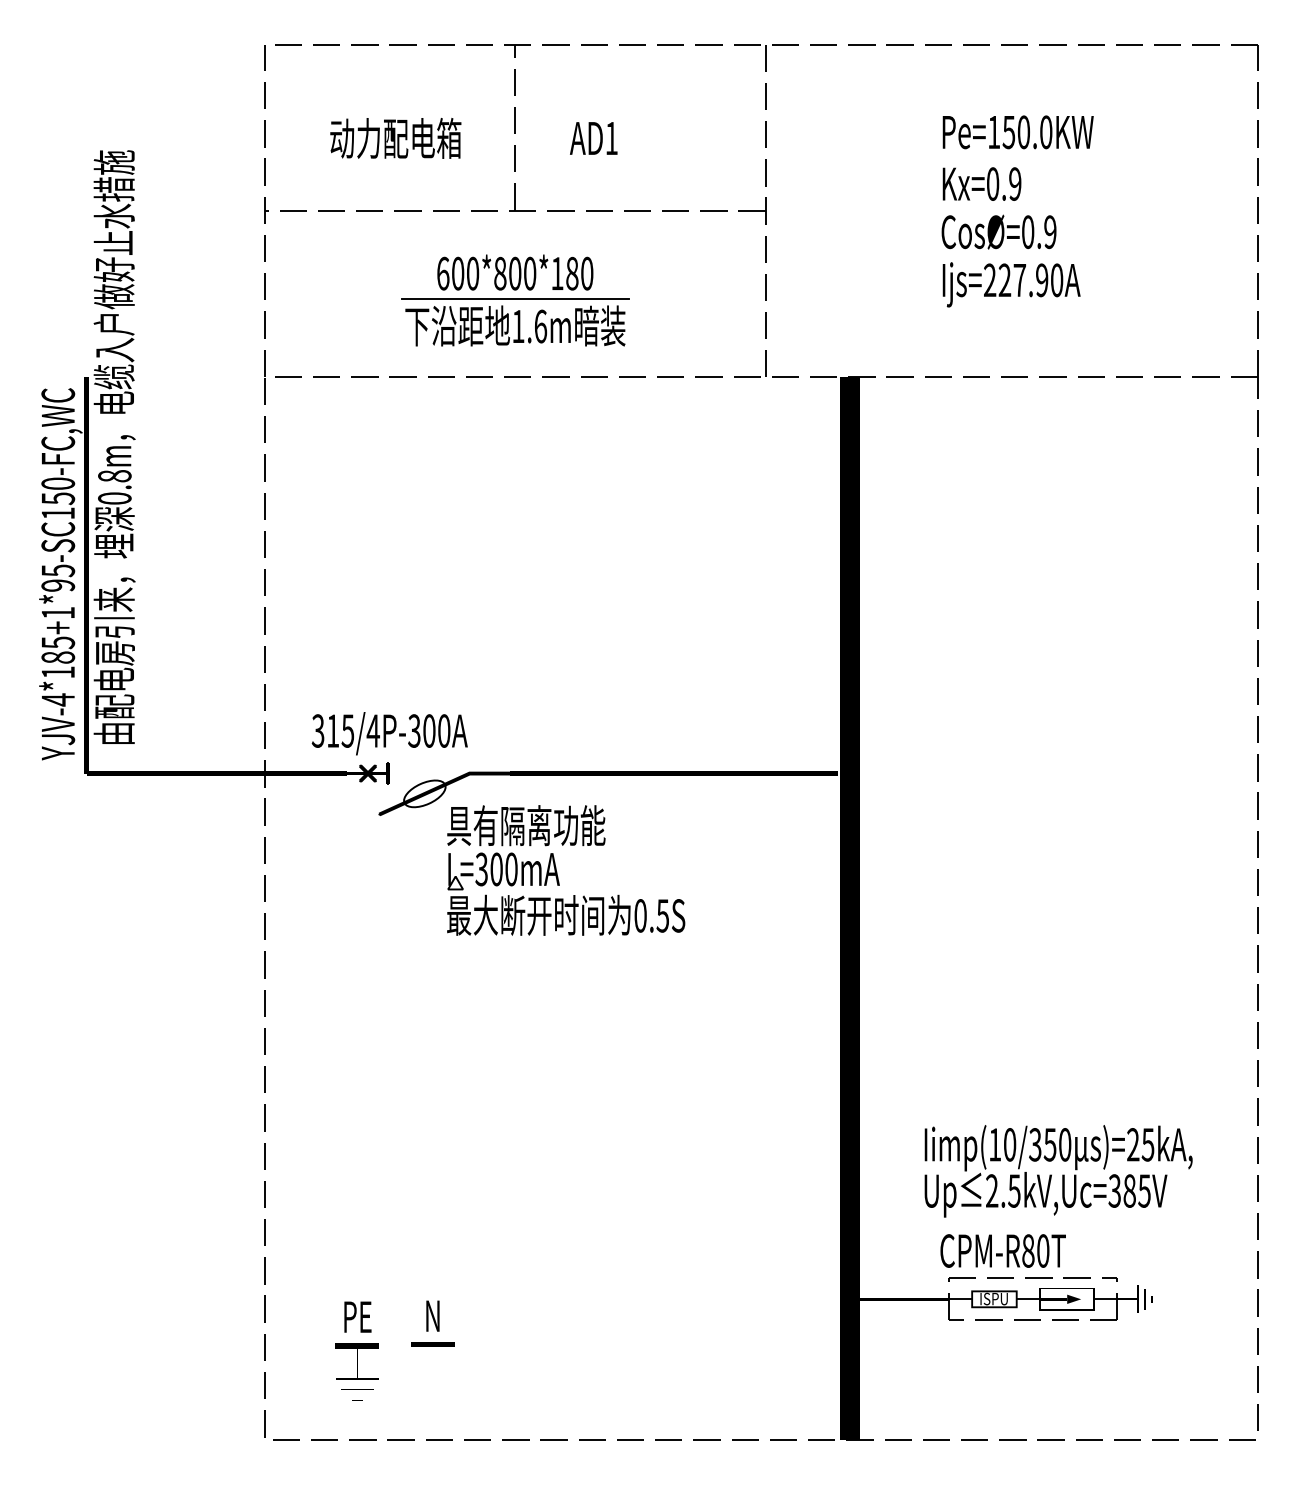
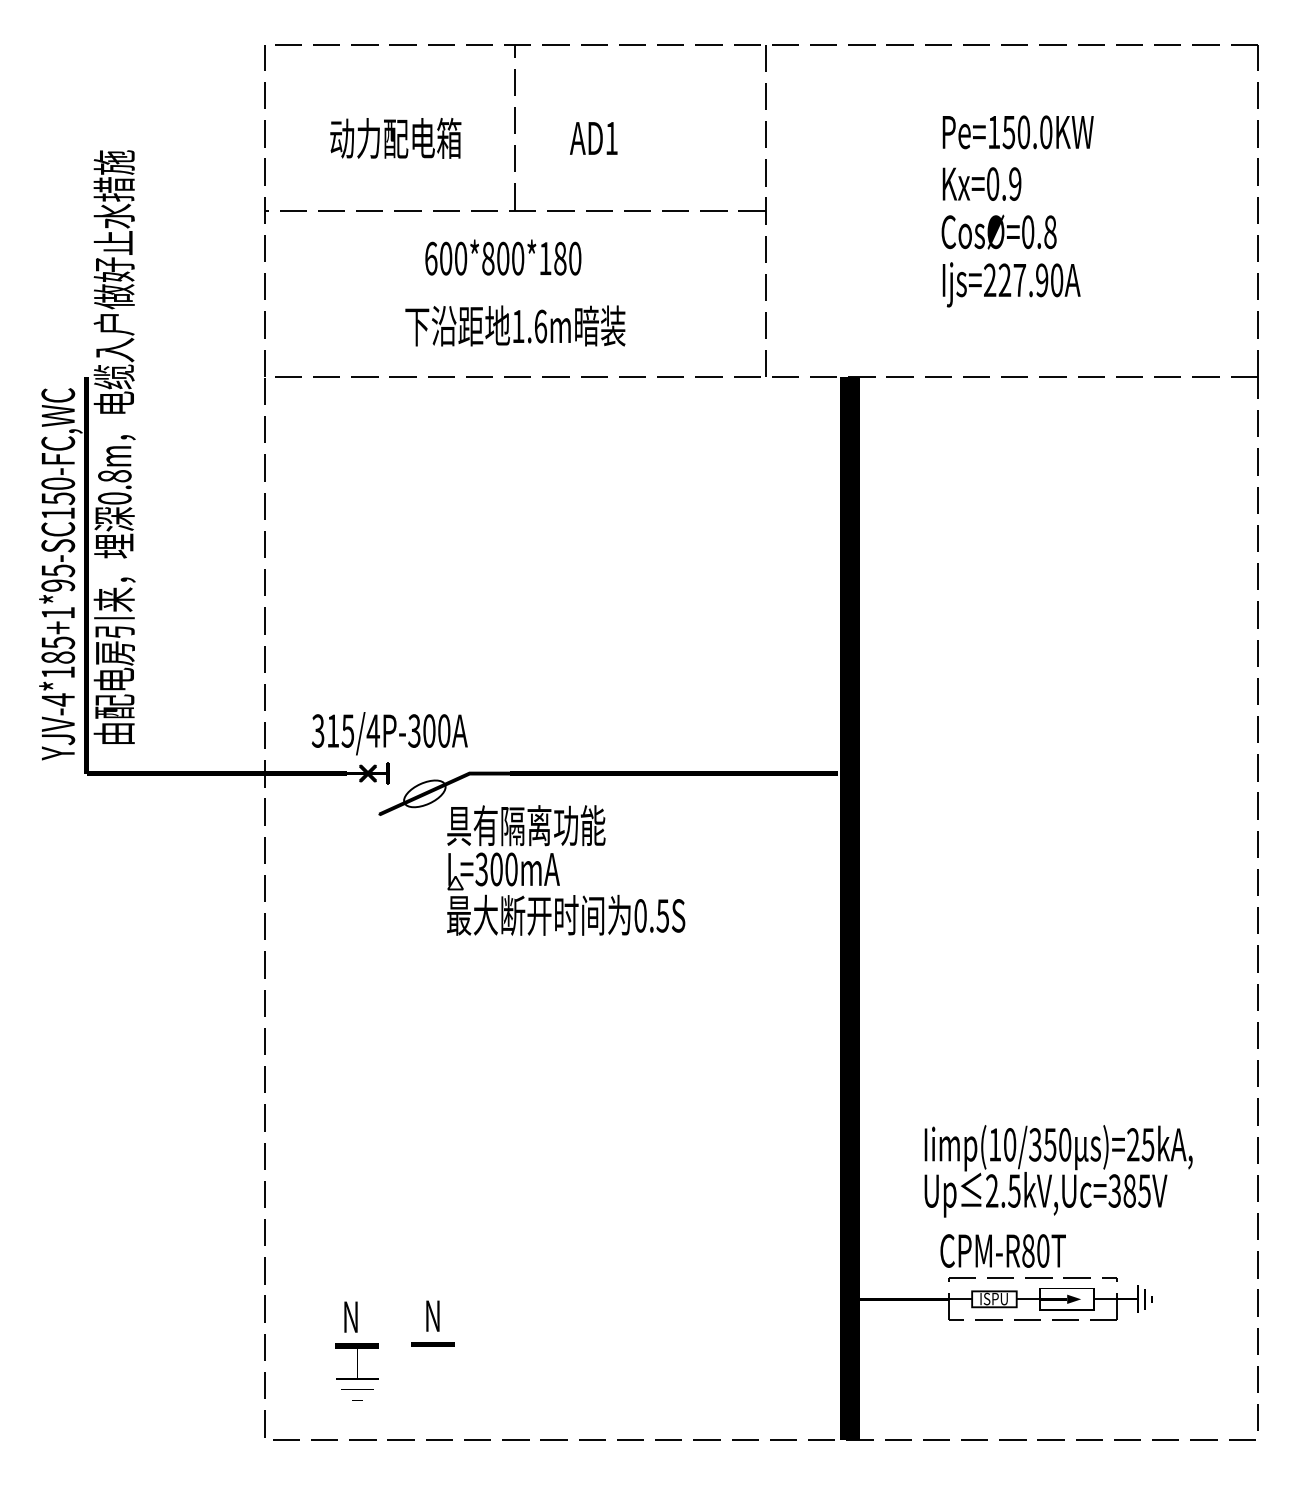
text at (1050, 232): CosØ=0.9 -> CosØ=0.8
text at (515, 272) position: (515, 272) -> (503, 257)
line at (514, 298): present -> none
text at (358, 1316): PE -> N
